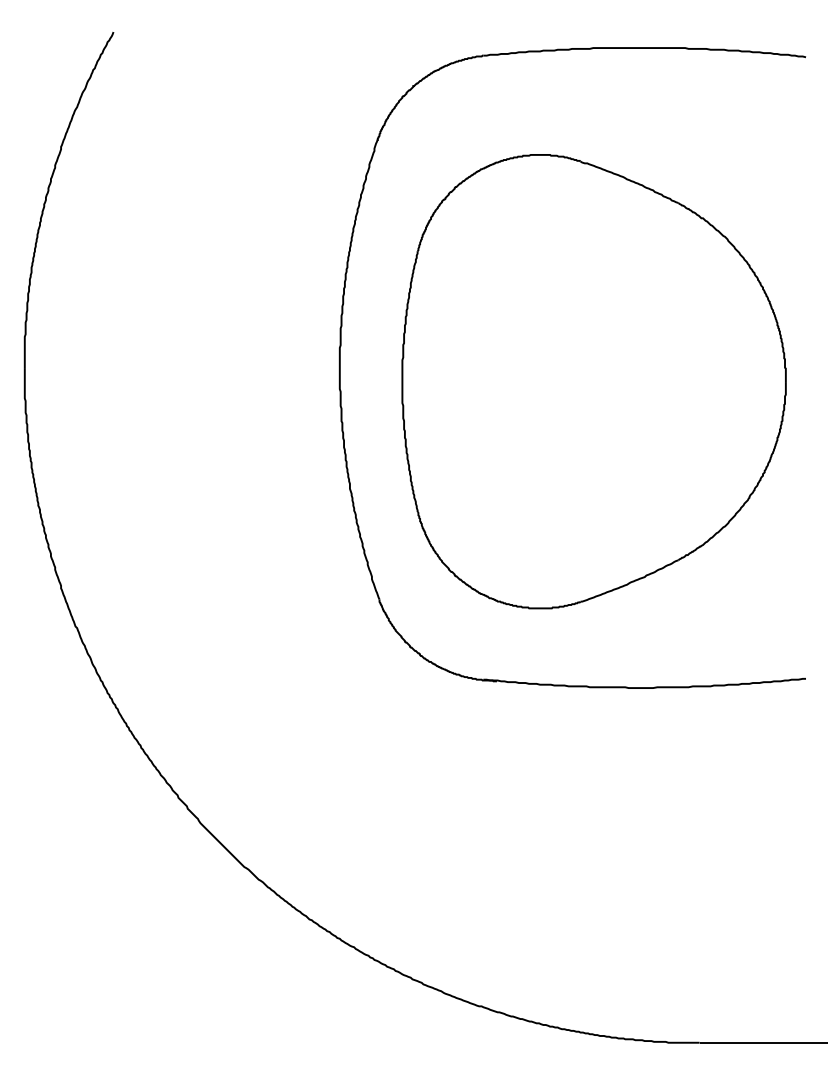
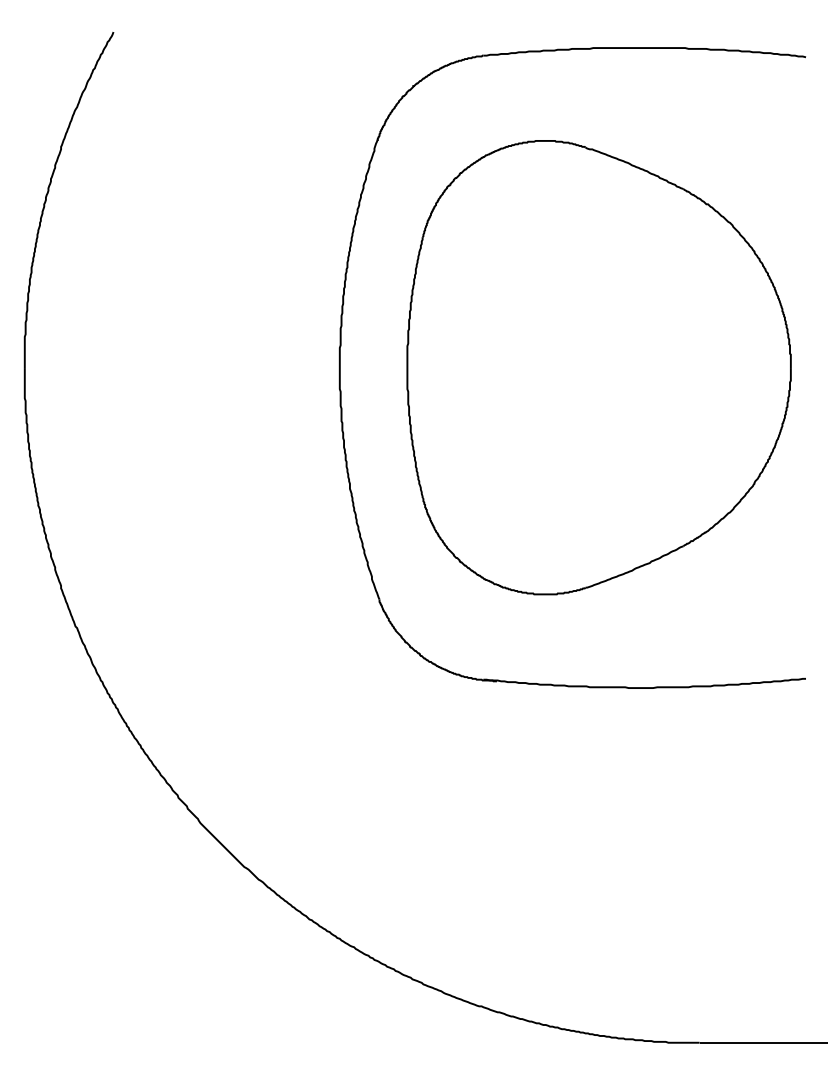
part at (593, 381) position: (593, 381) -> (598, 367)
